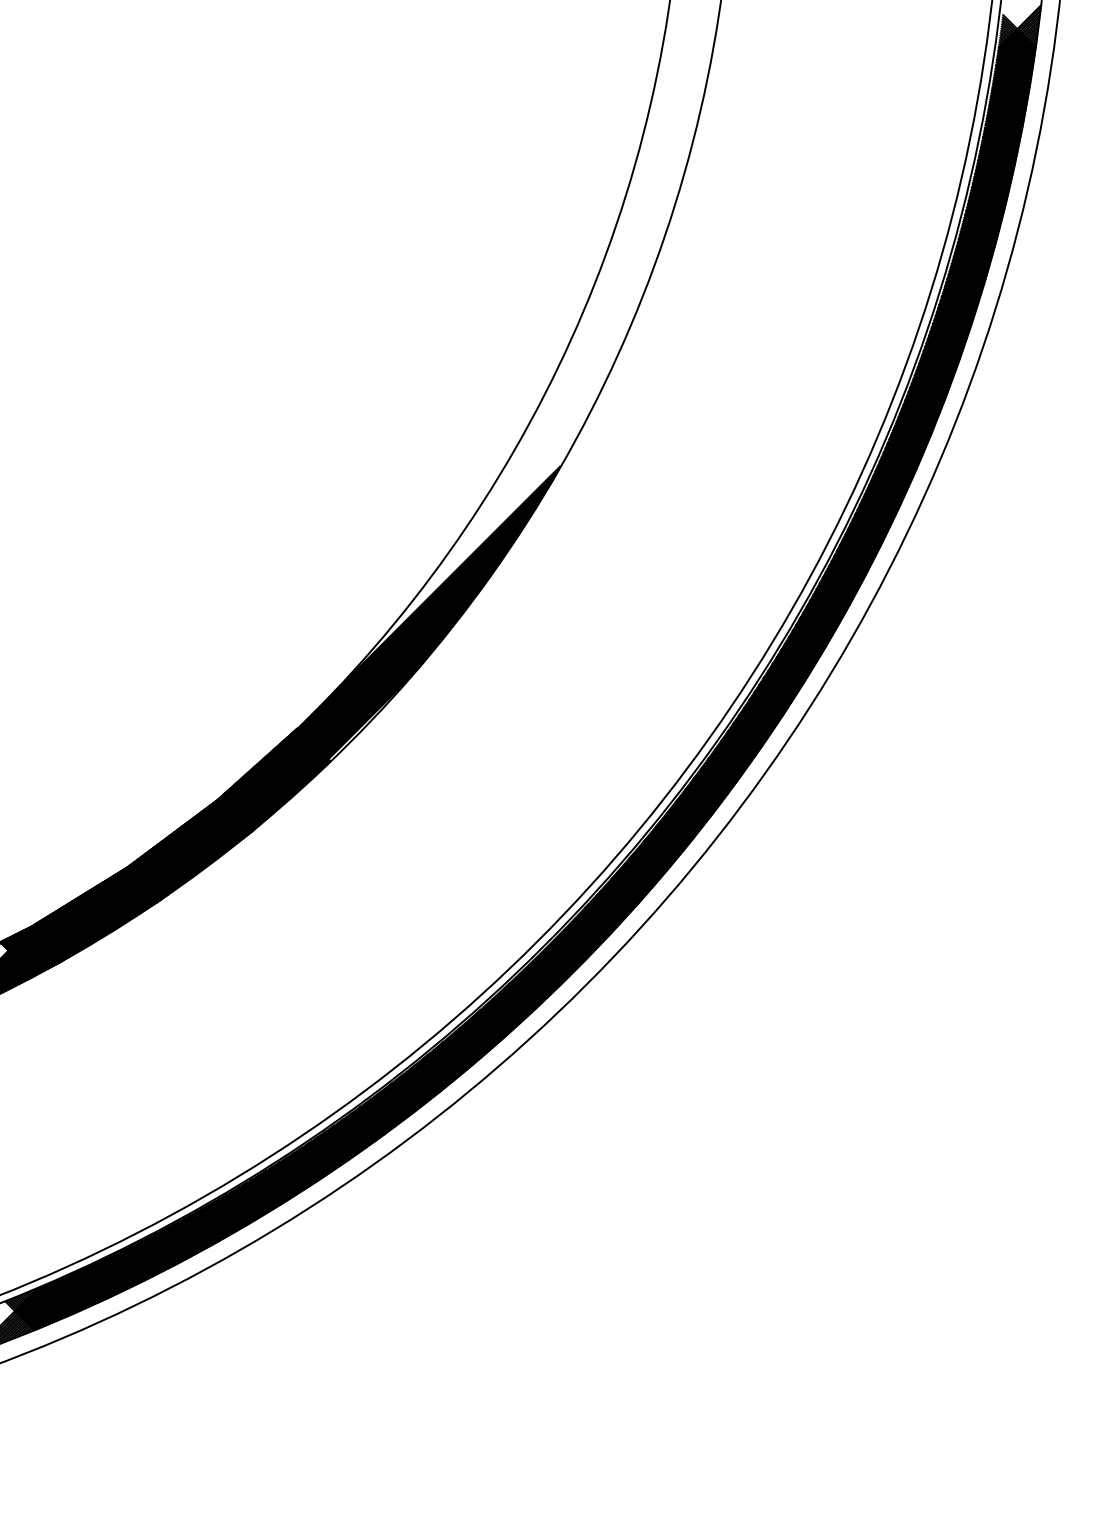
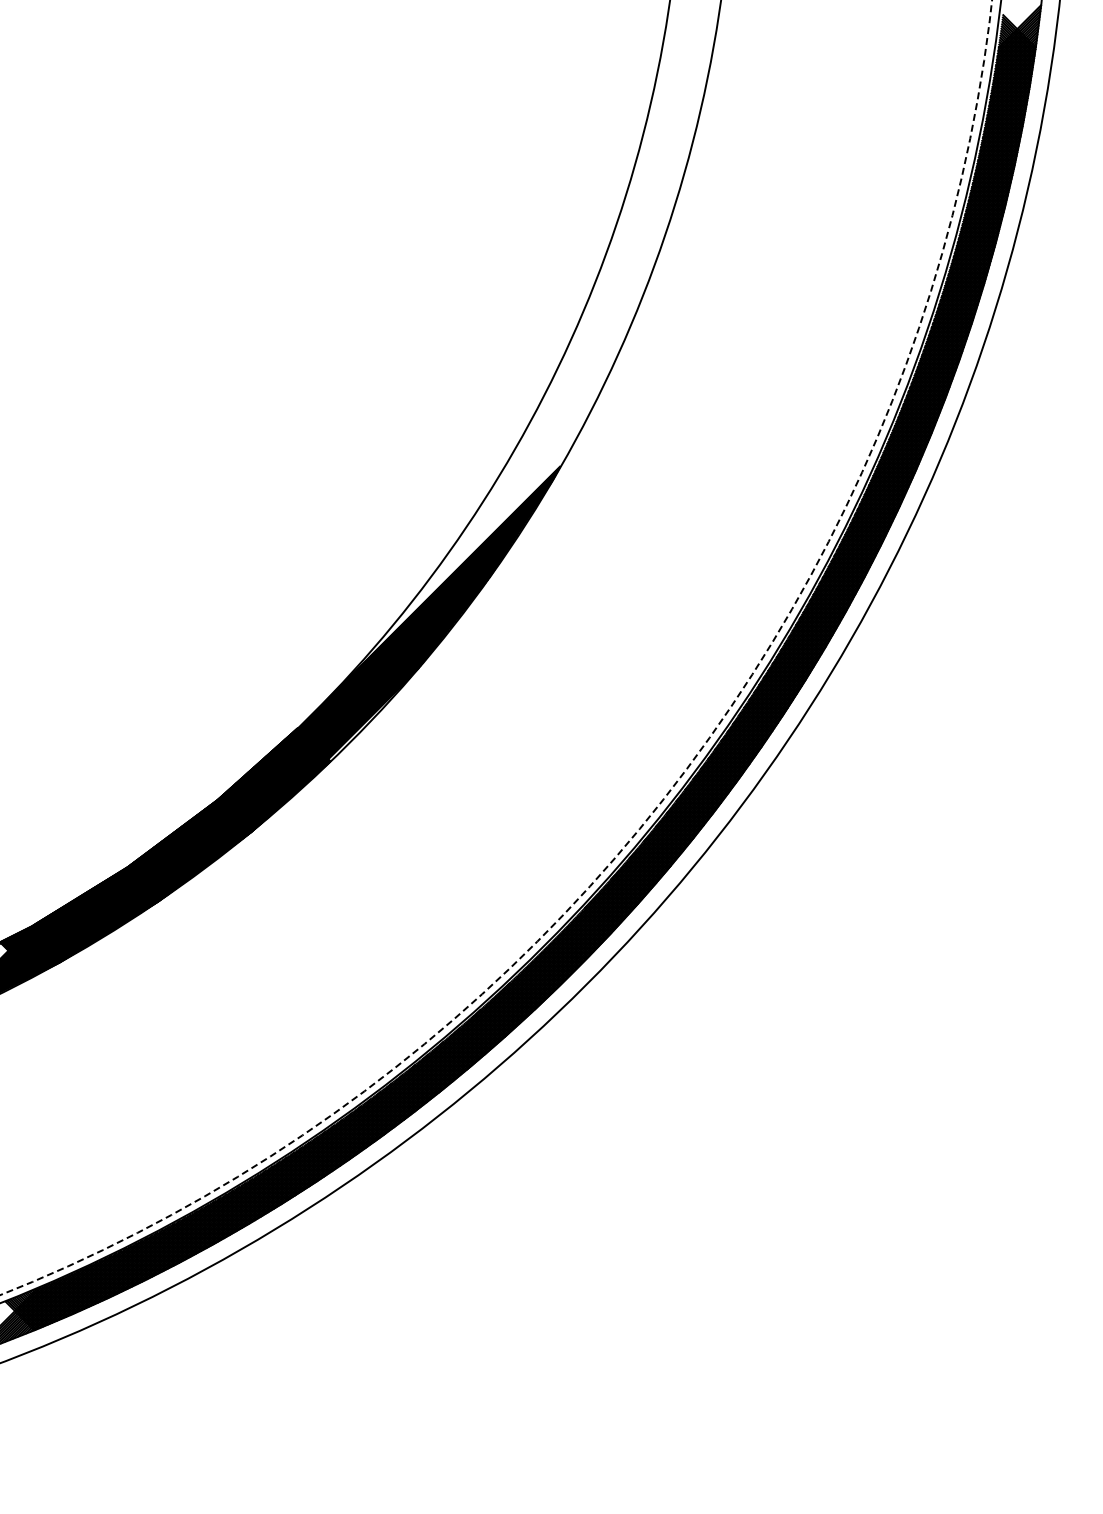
circle at (496, 647): solid -> dashed
